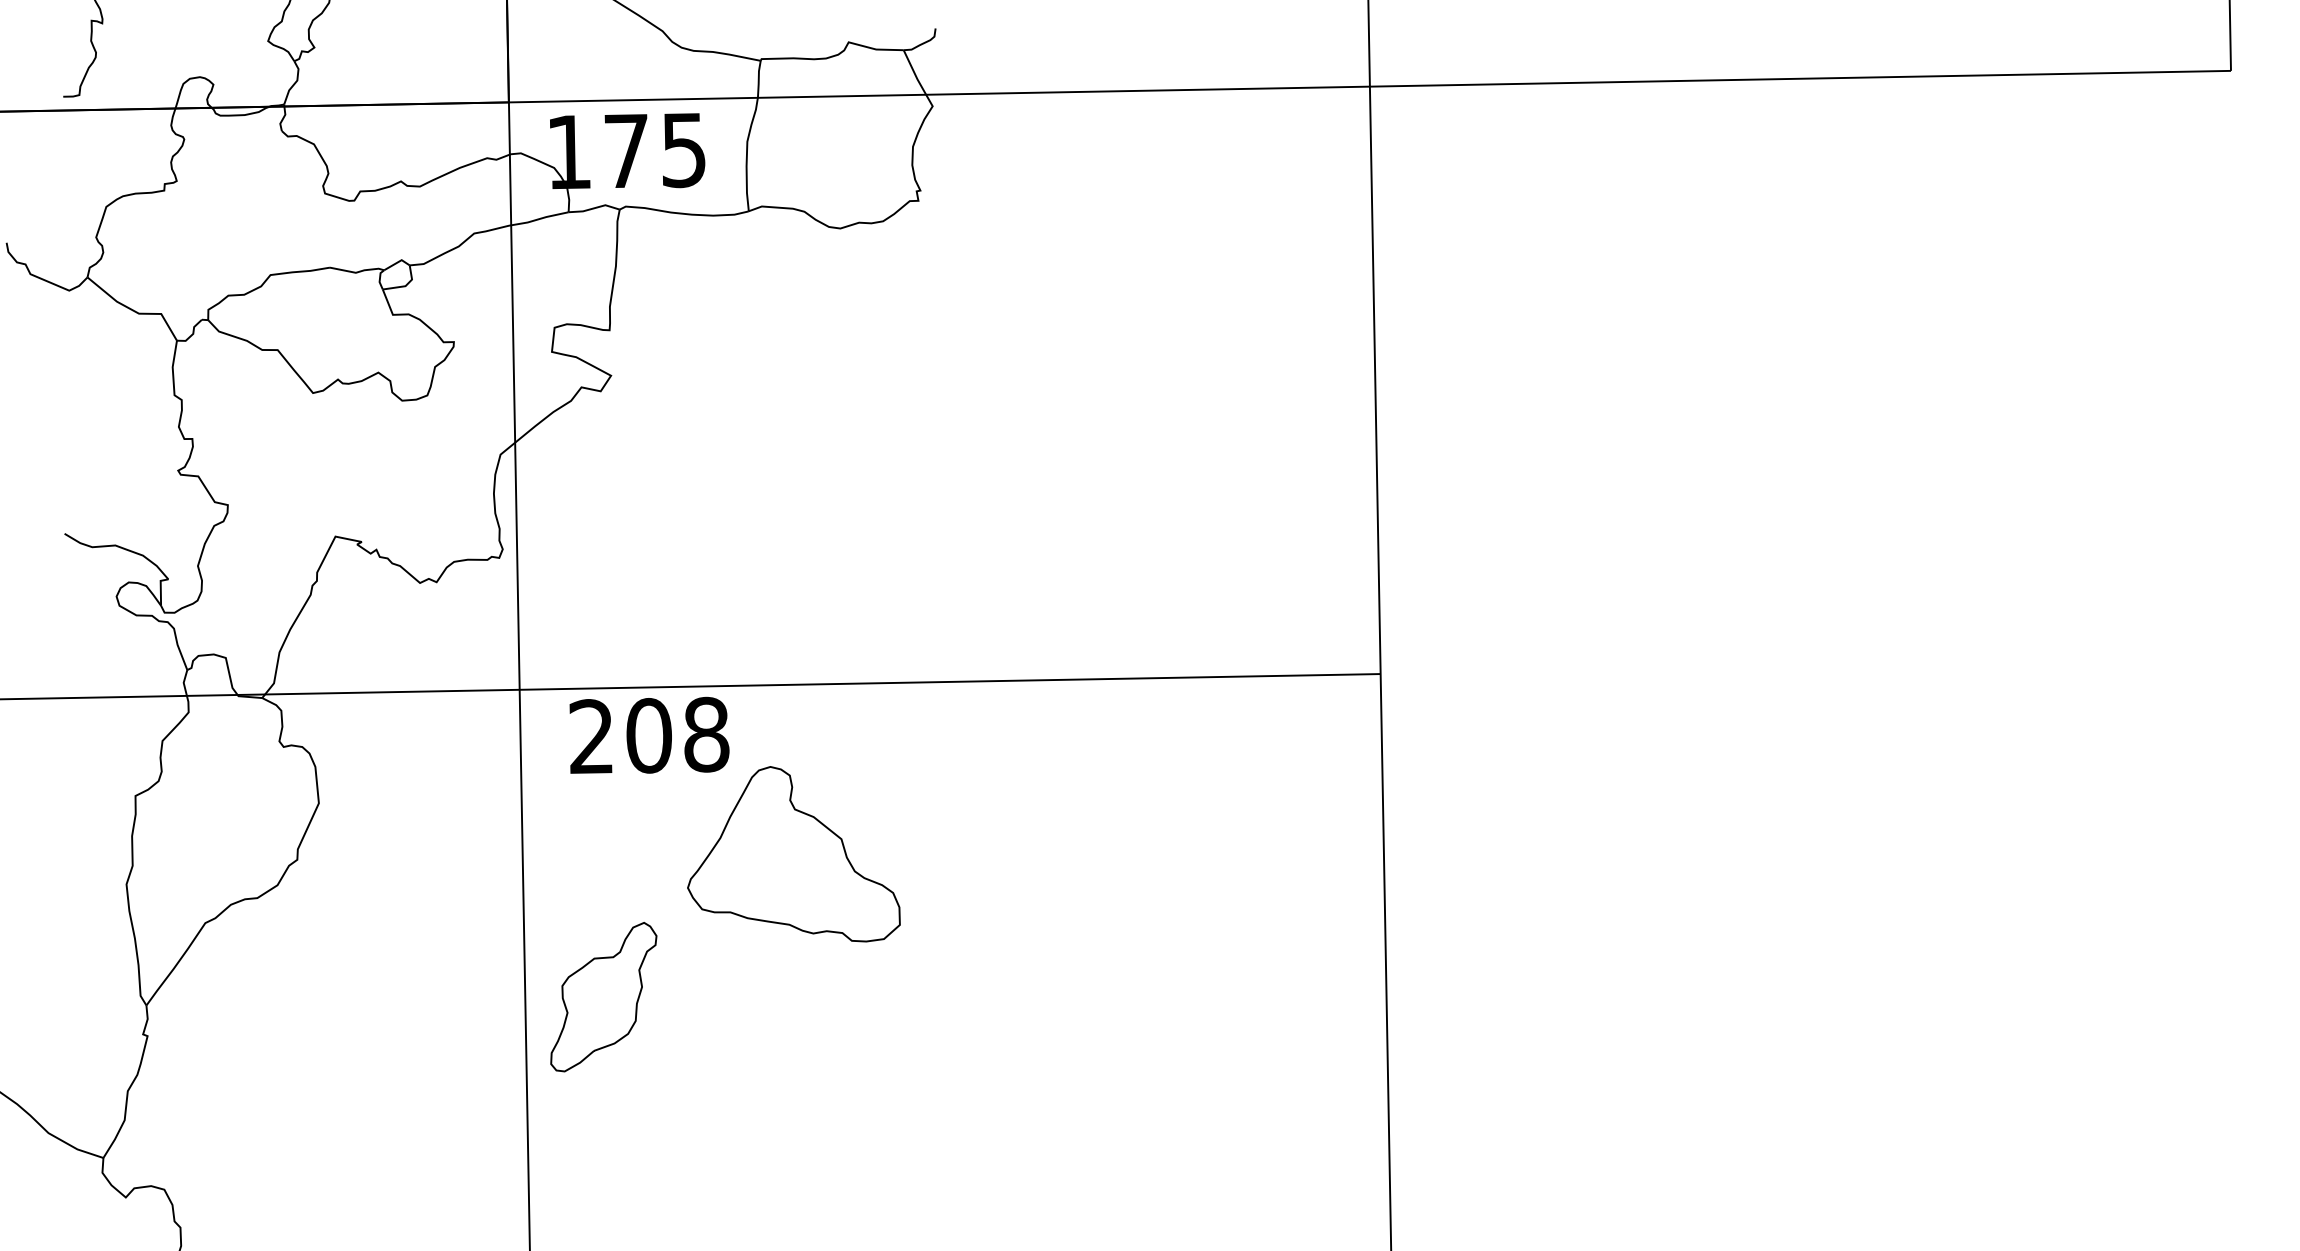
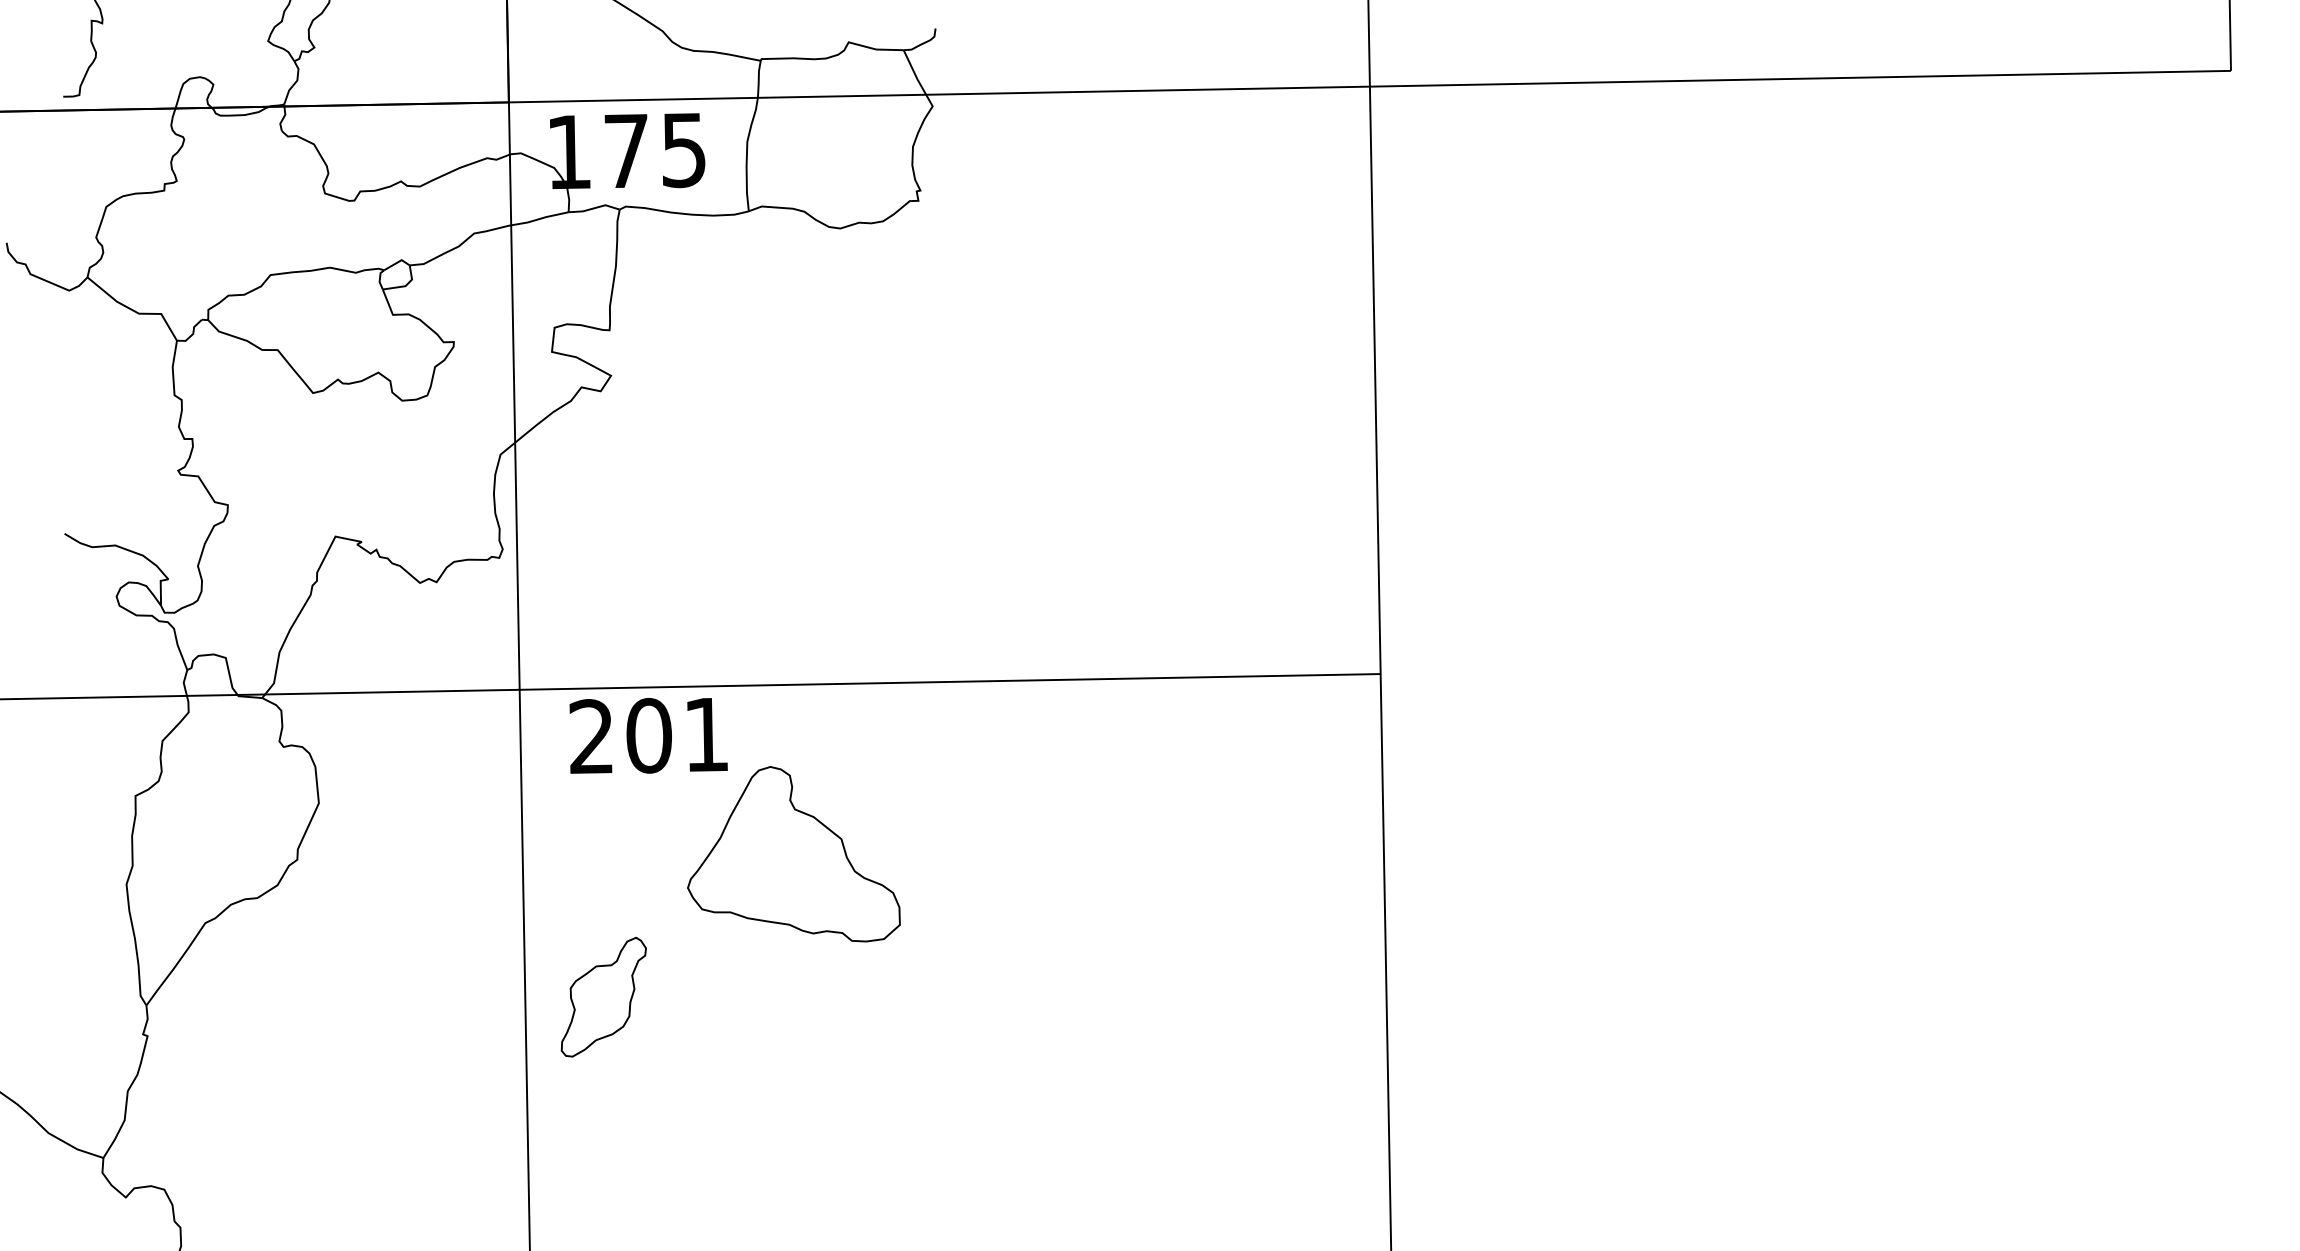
text at (706, 734): 208 -> 201
part at (603, 997) size: 108x151 px -> 87x122 px
